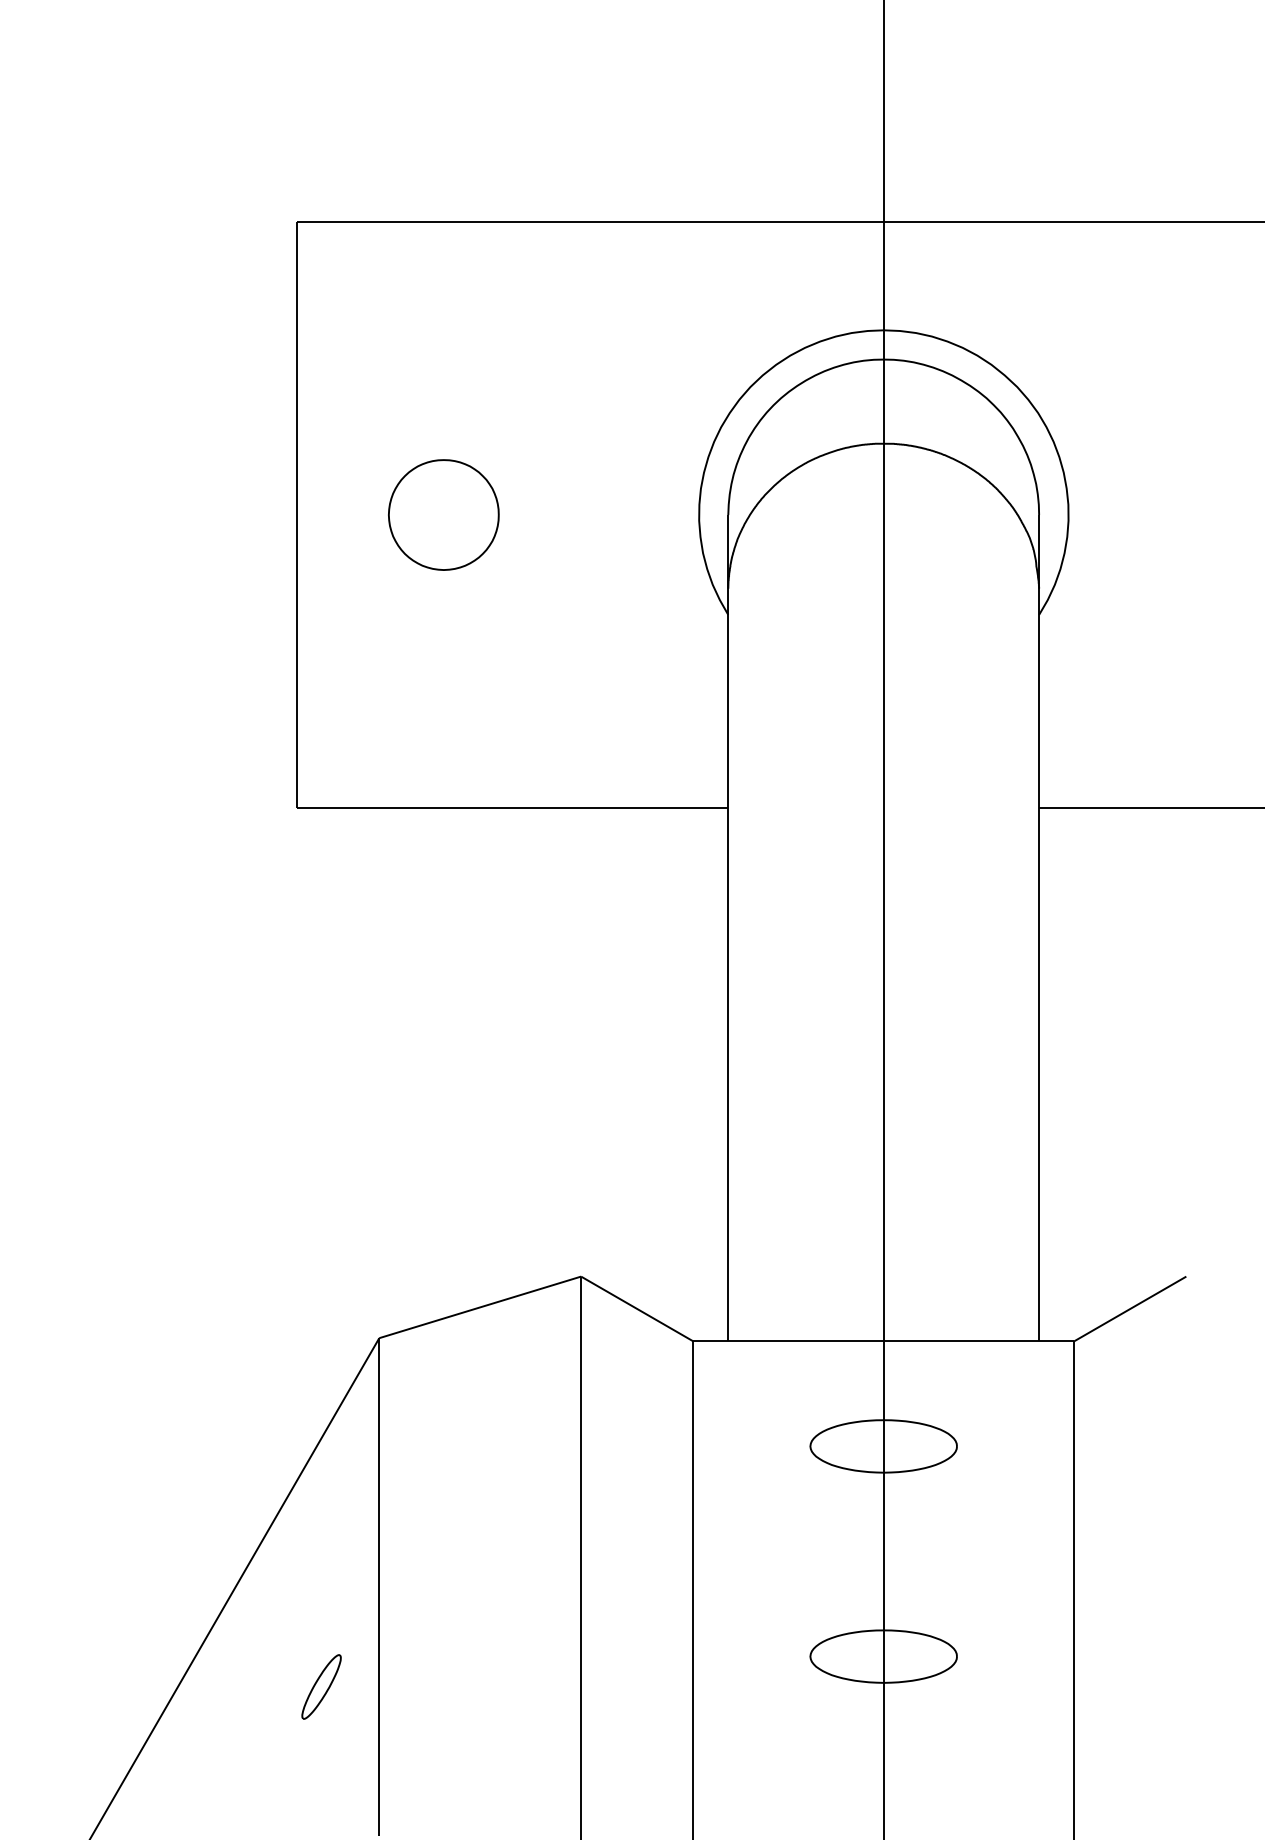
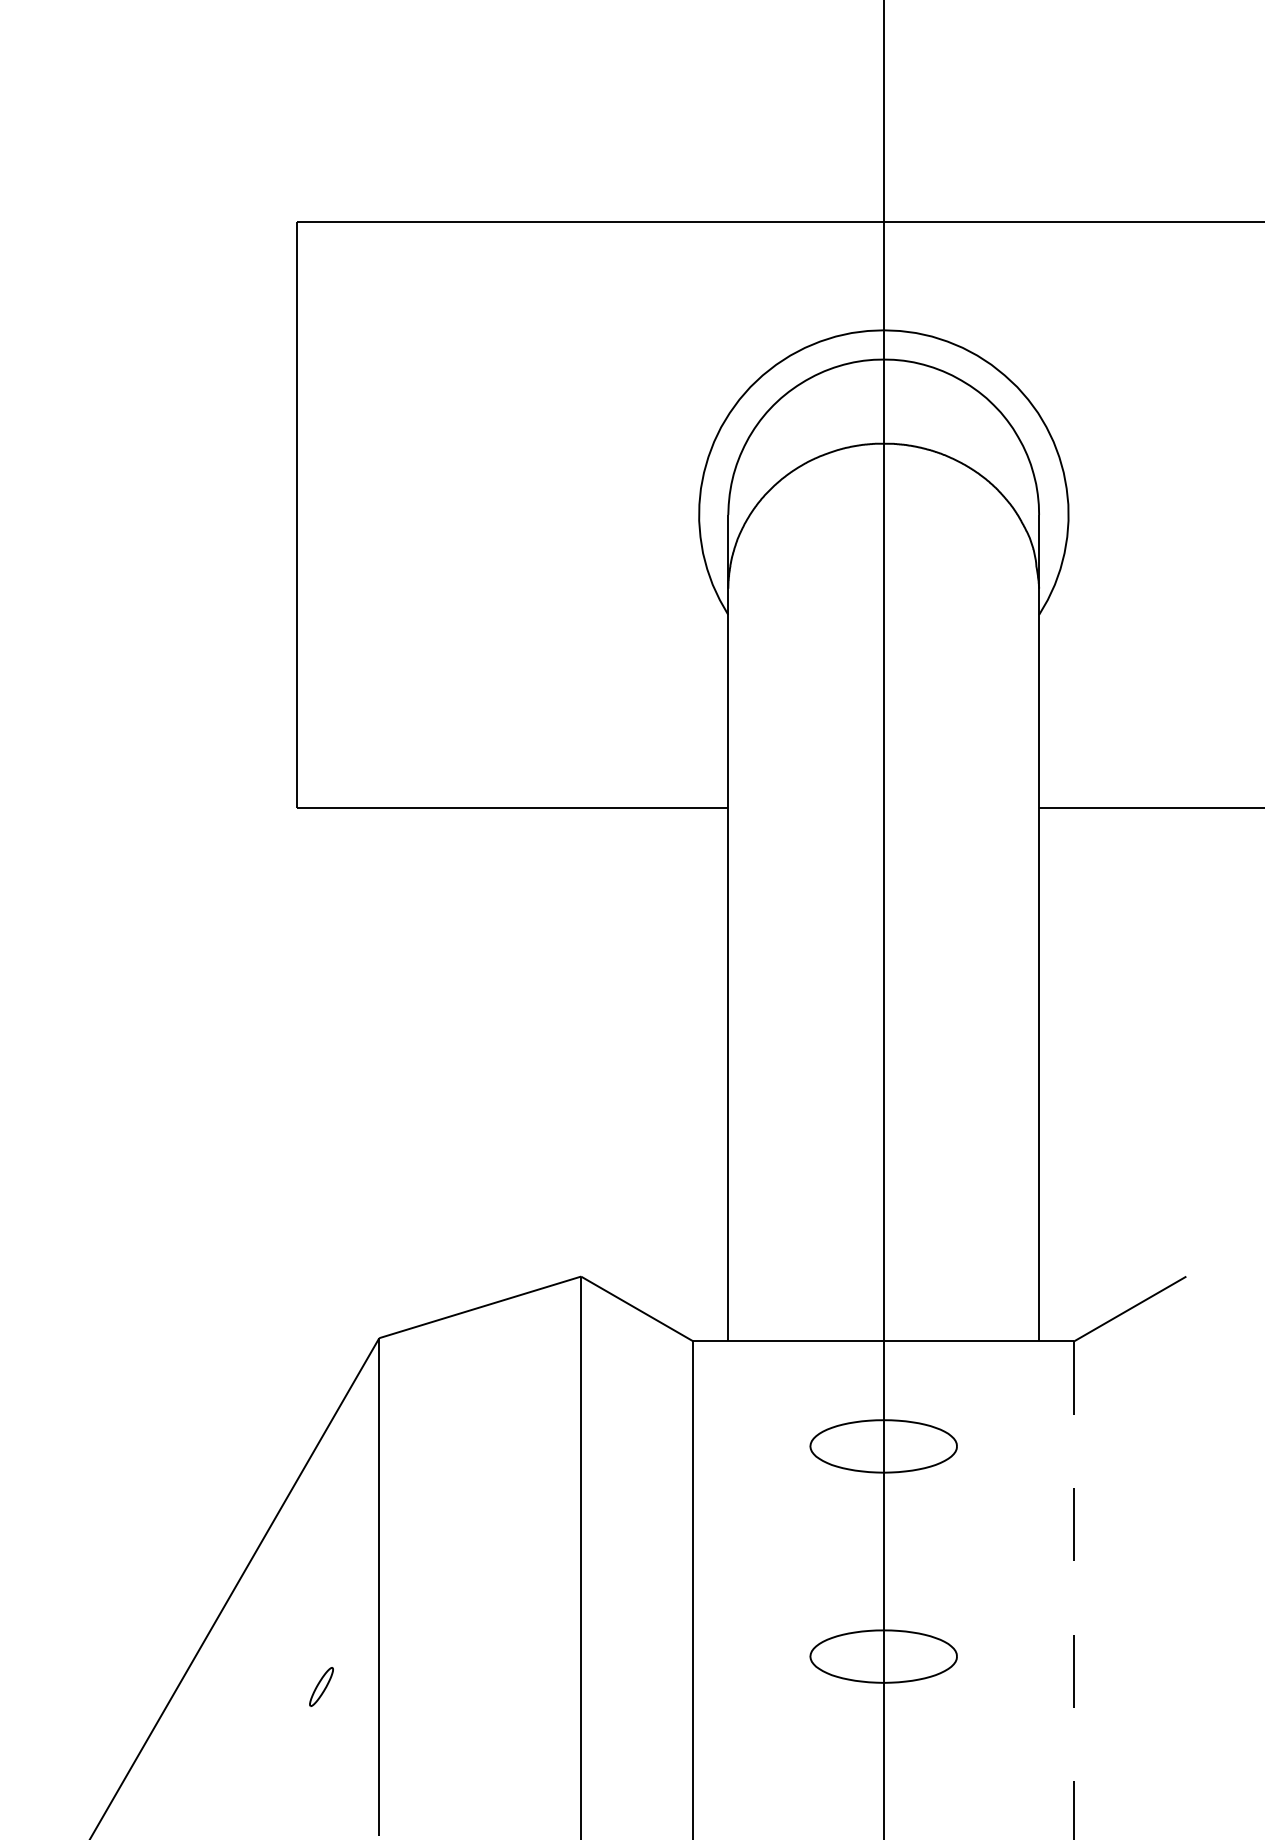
part at (443, 514): present -> none
line at (1074, 1590): solid -> dashed
part at (321, 1686) size: 41x66 px -> 25x40 px
